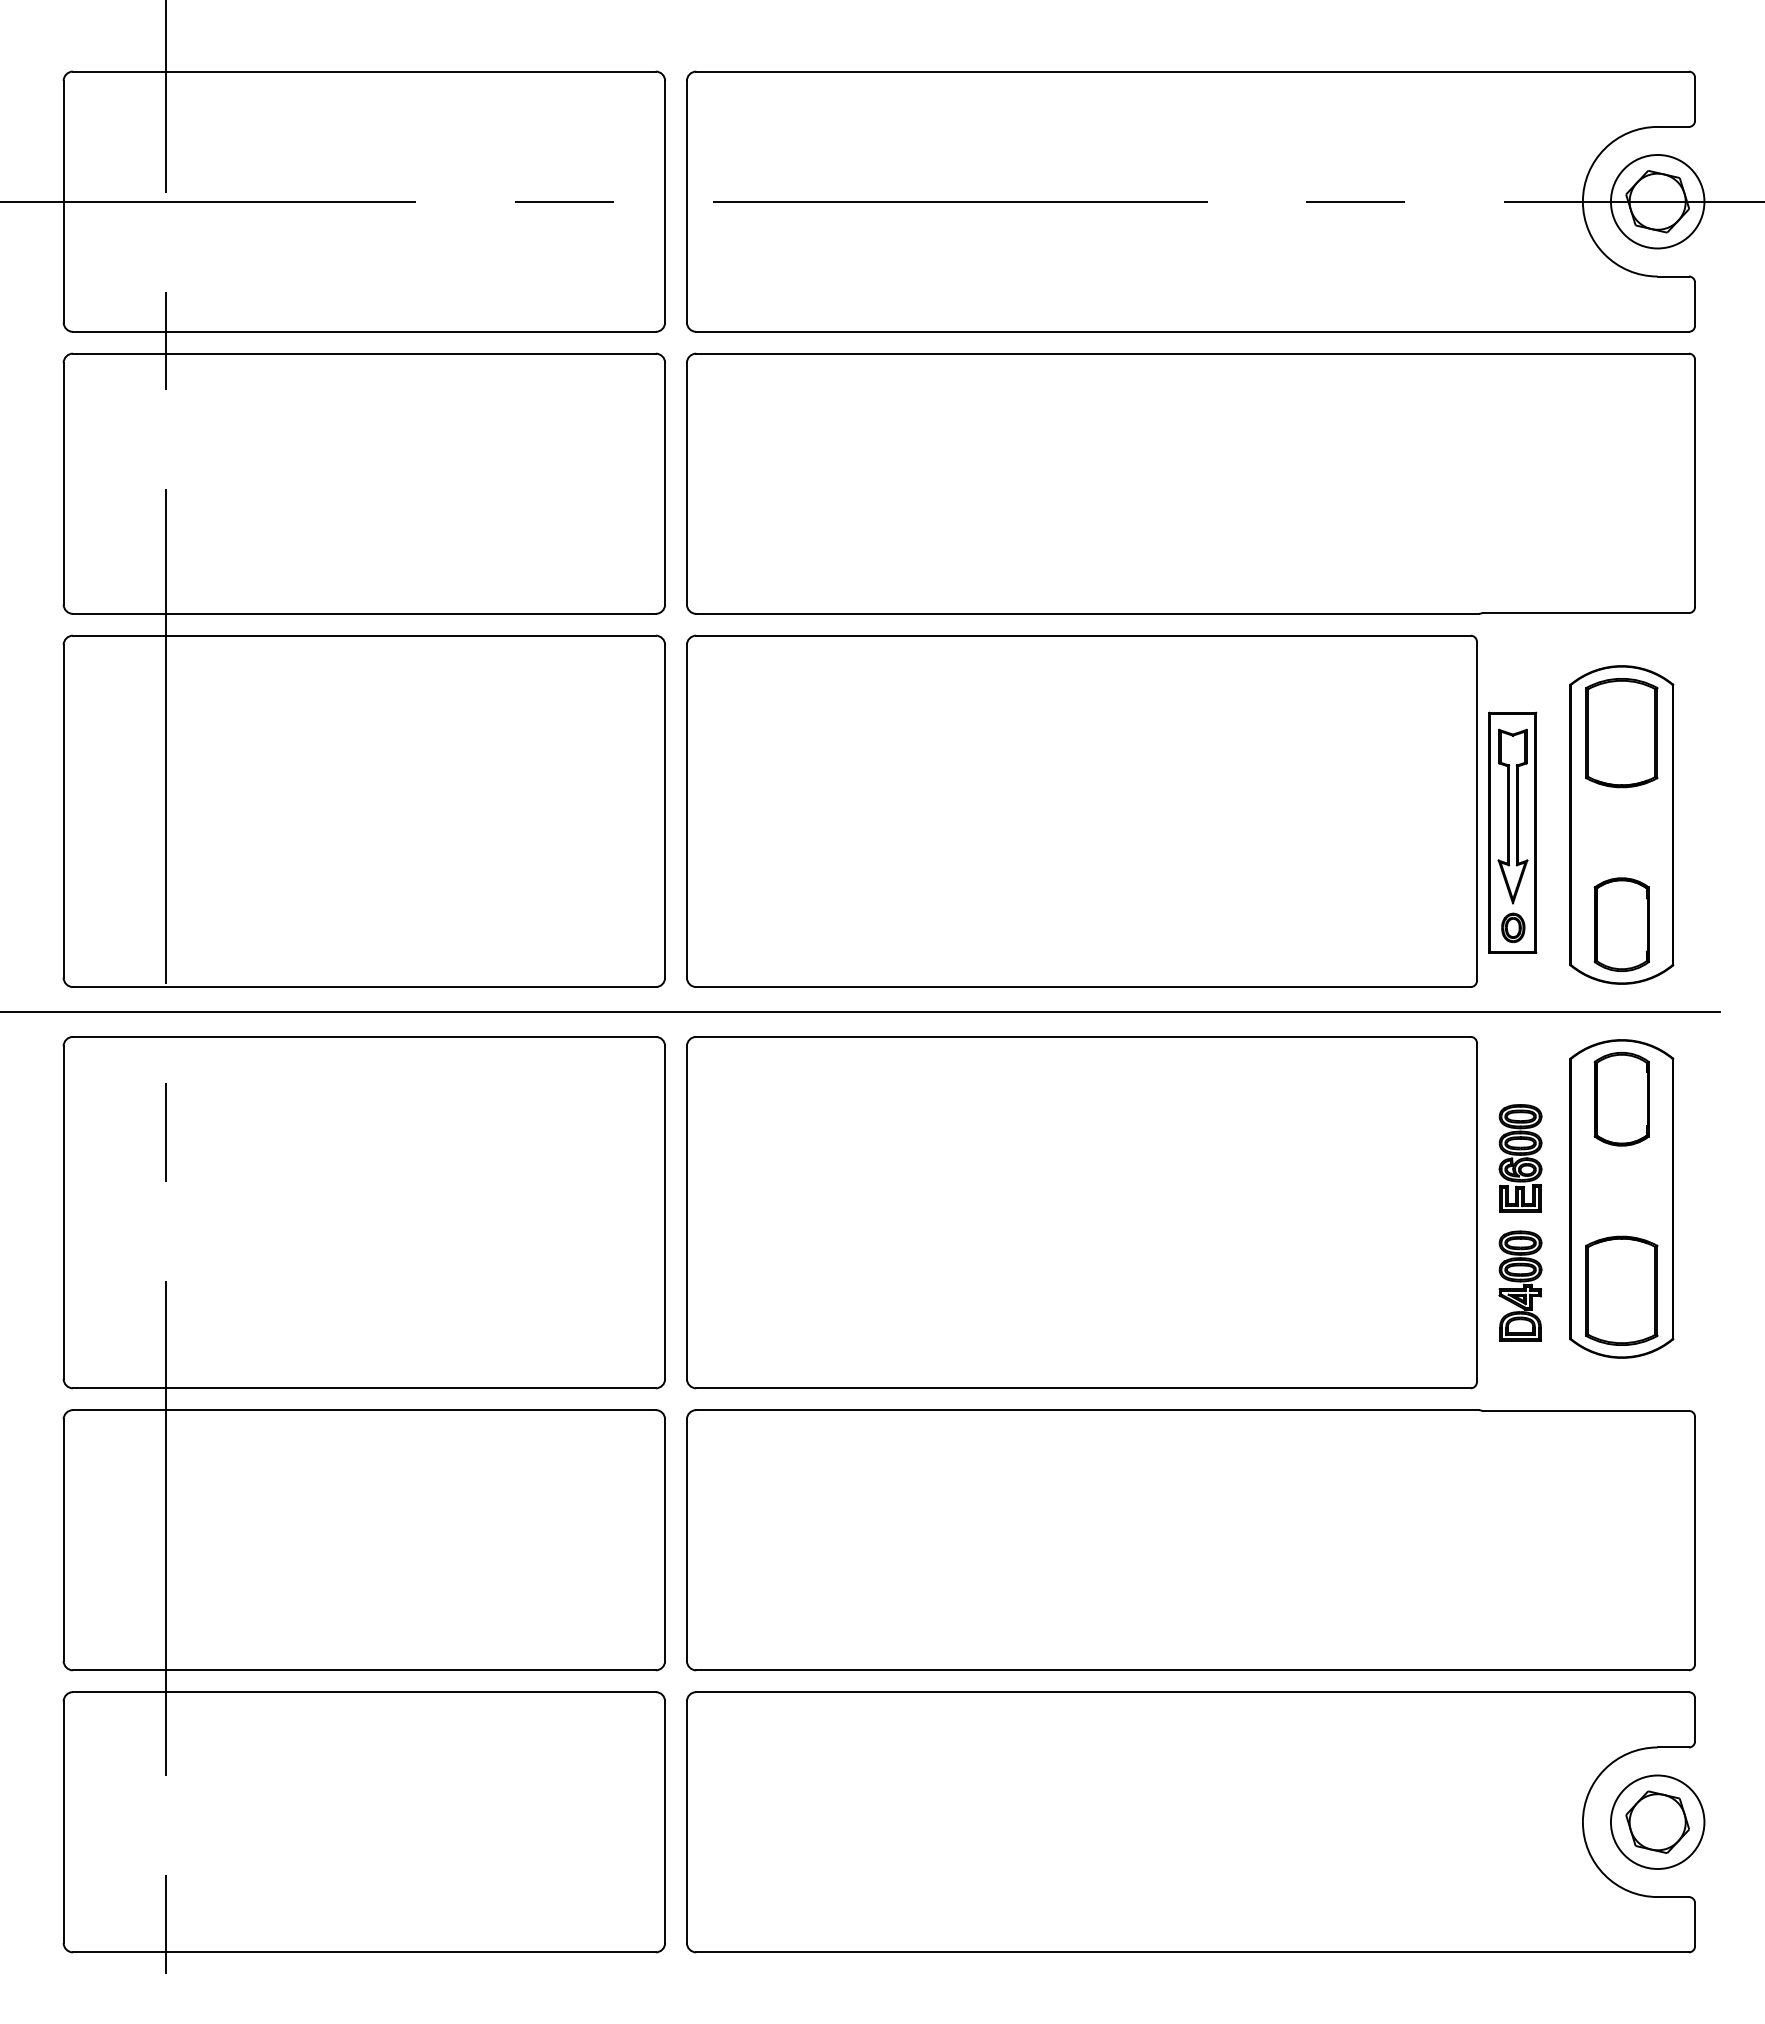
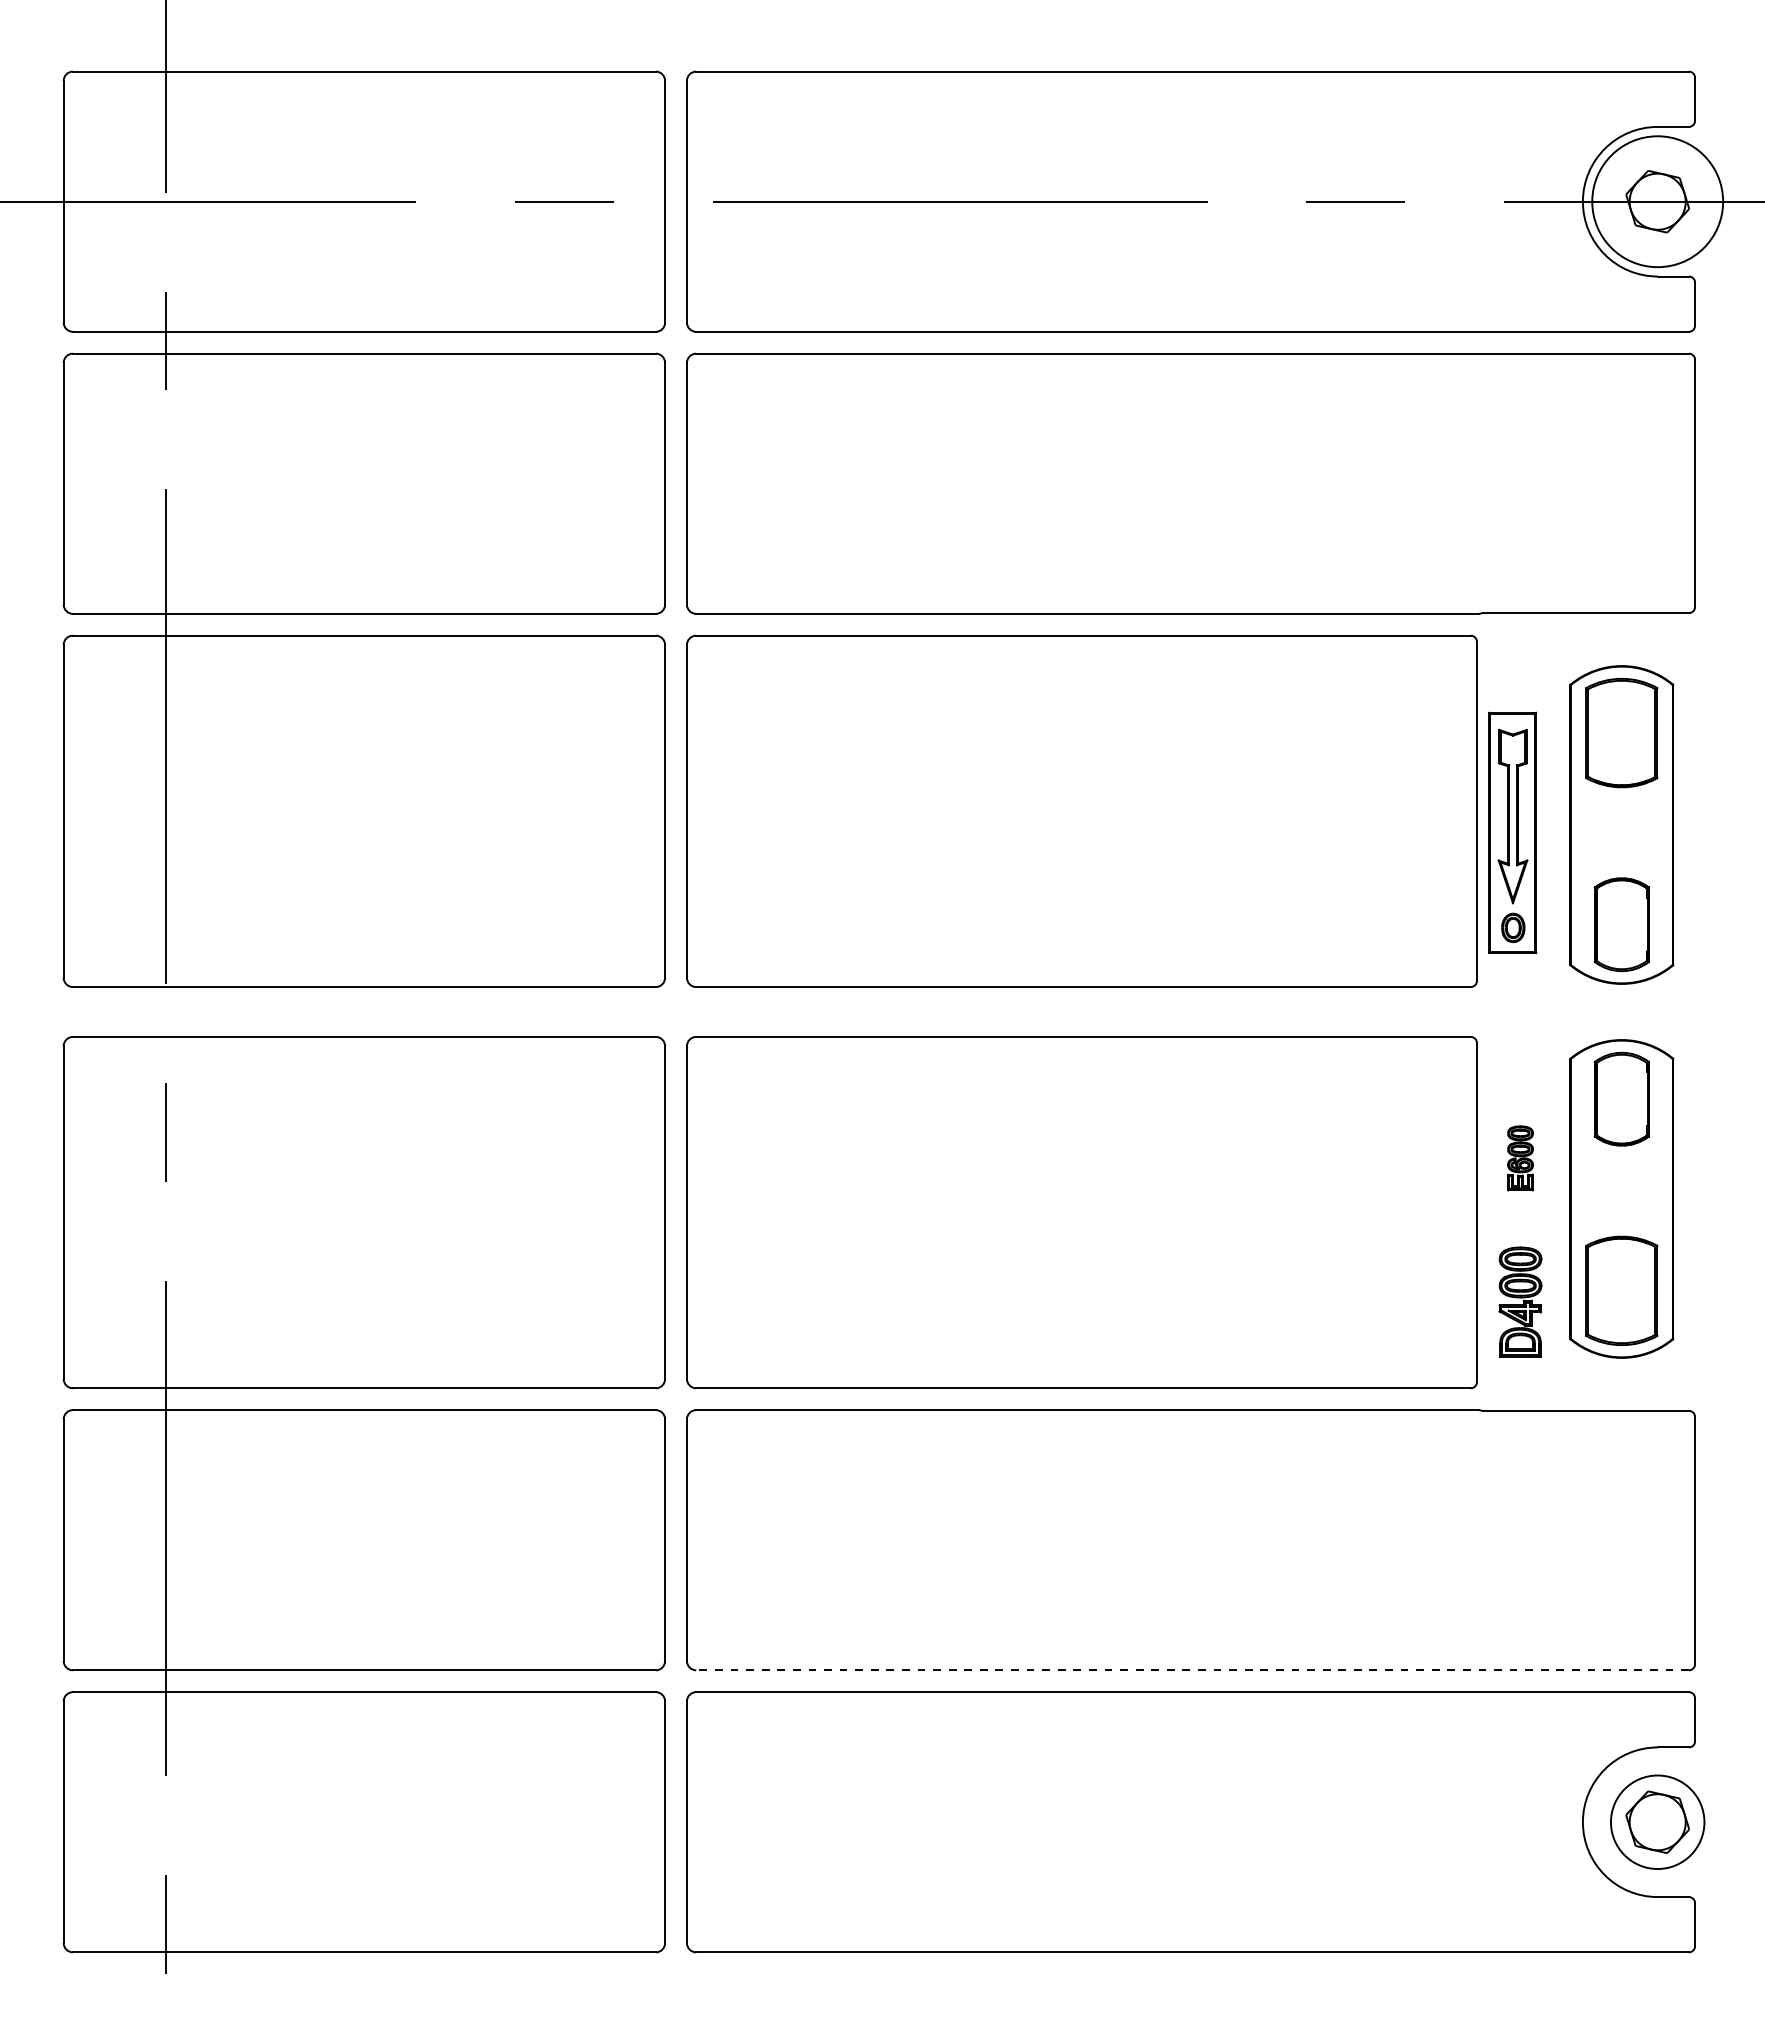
circle at (1657, 201) diameter: 93 px -> 131 px
line at (861, 1012): present -> none
part at (1520, 1158) size: 45x109 px -> 27x67 px
part at (1520, 1285) position: (1520, 1285) -> (1520, 1301)
line at (1192, 1670): solid -> dashed
